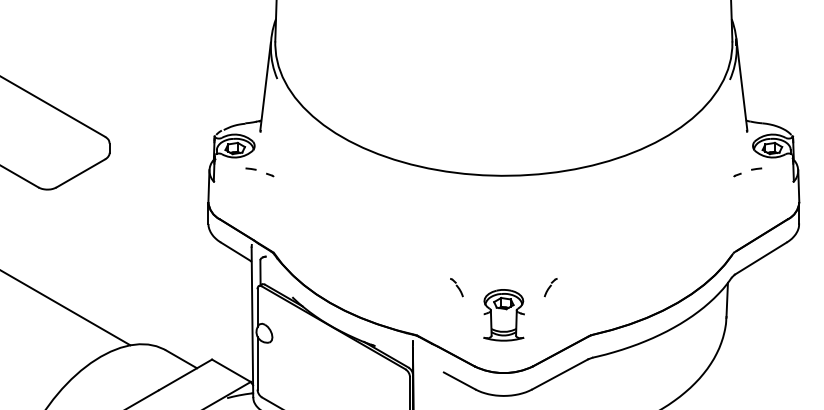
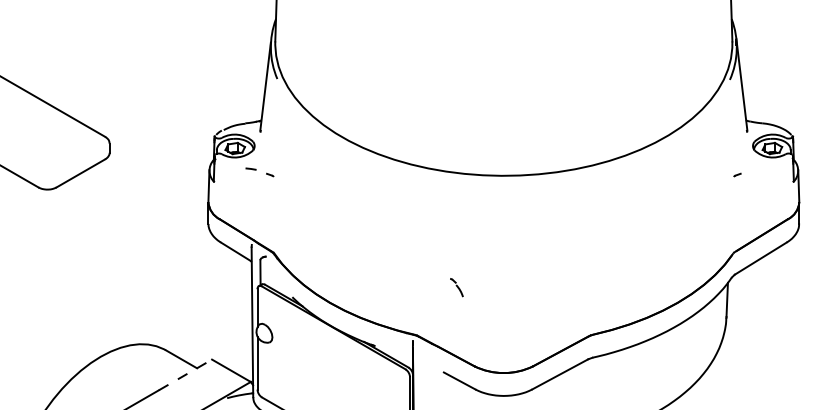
arc at (756, 168): present -> none
part at (550, 287): present -> none
line at (66, 308): present -> none
part at (503, 315): present -> none
line at (185, 374): solid -> dashed
